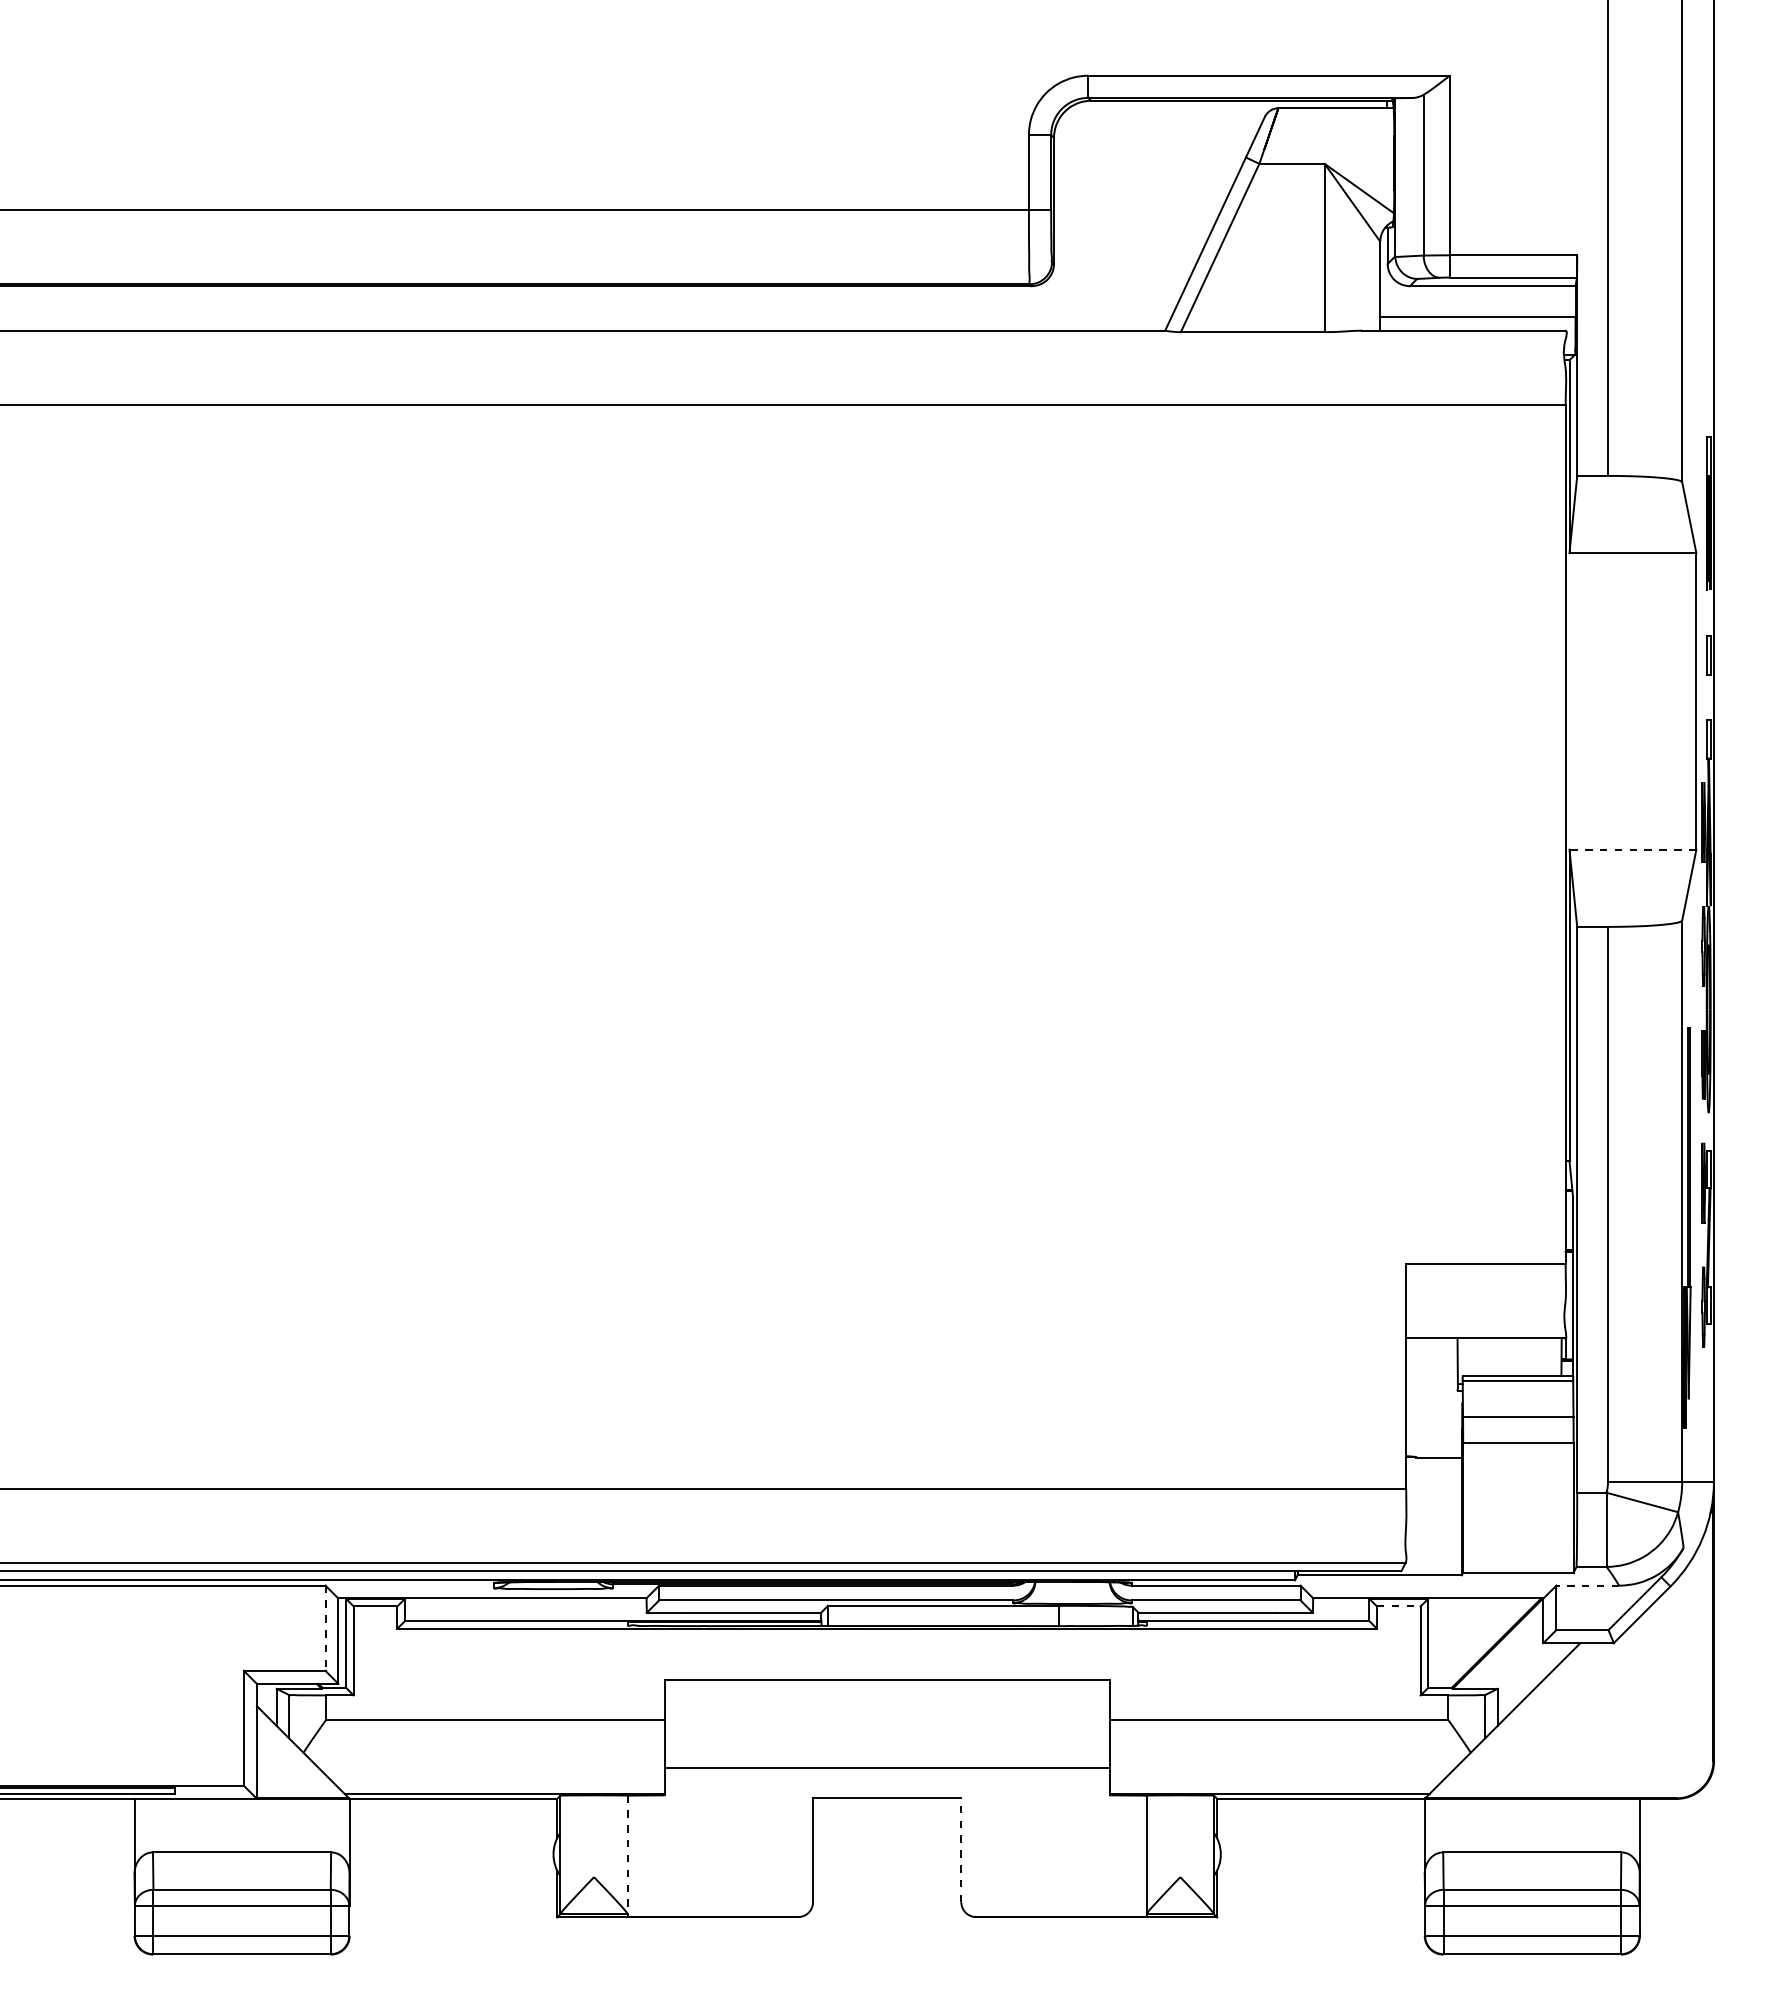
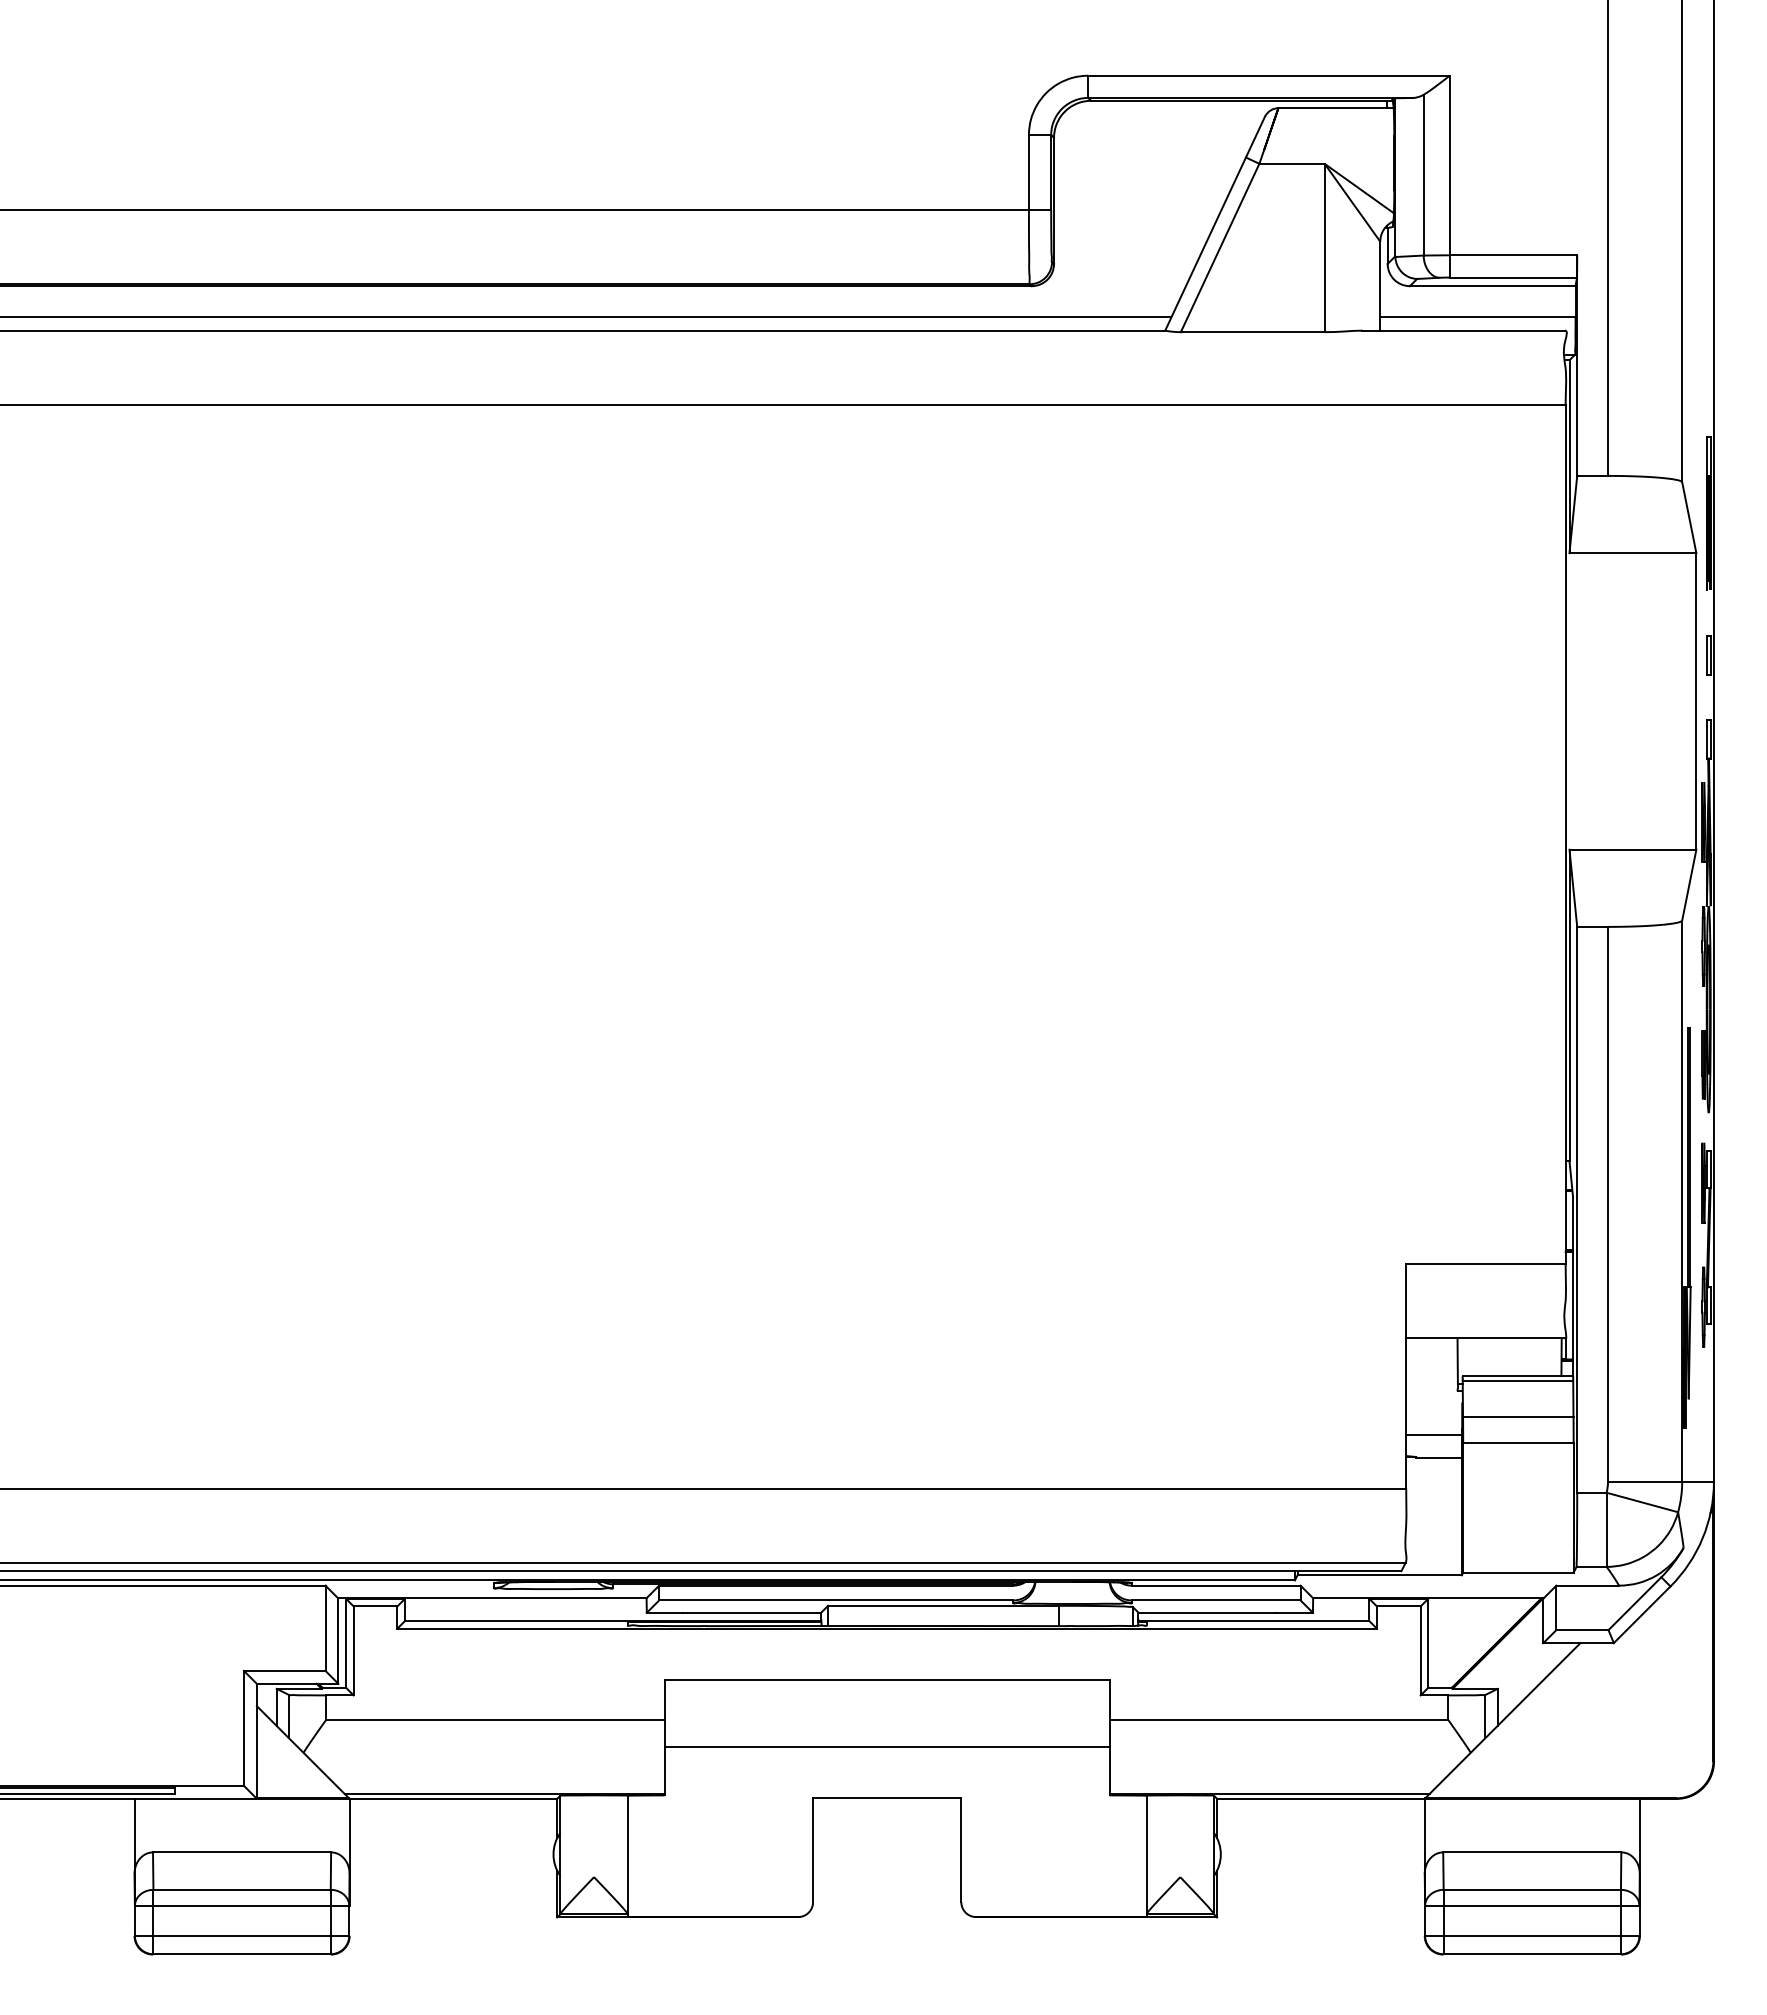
line at (586, 317): none -> present
line at (1632, 849): dashed -> solid
line at (1434, 1435): none -> present
line at (1587, 1585): dashed -> solid
line at (1398, 1606): dashed -> solid
line at (325, 1628): dashed -> solid
line at (886, 1767) position: (886, 1767) -> (886, 1746)
line at (961, 1850): dashed -> solid
line at (627, 1856): dashed -> solid
